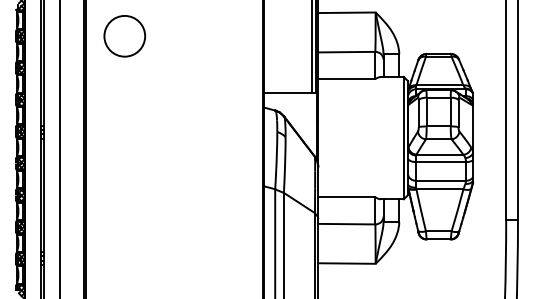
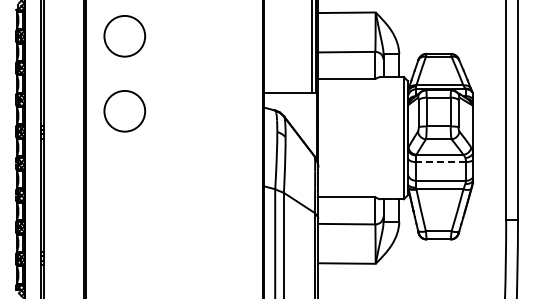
part at (124, 111): none -> present
line at (60, 148): present -> none
line at (441, 162): solid -> dashed
